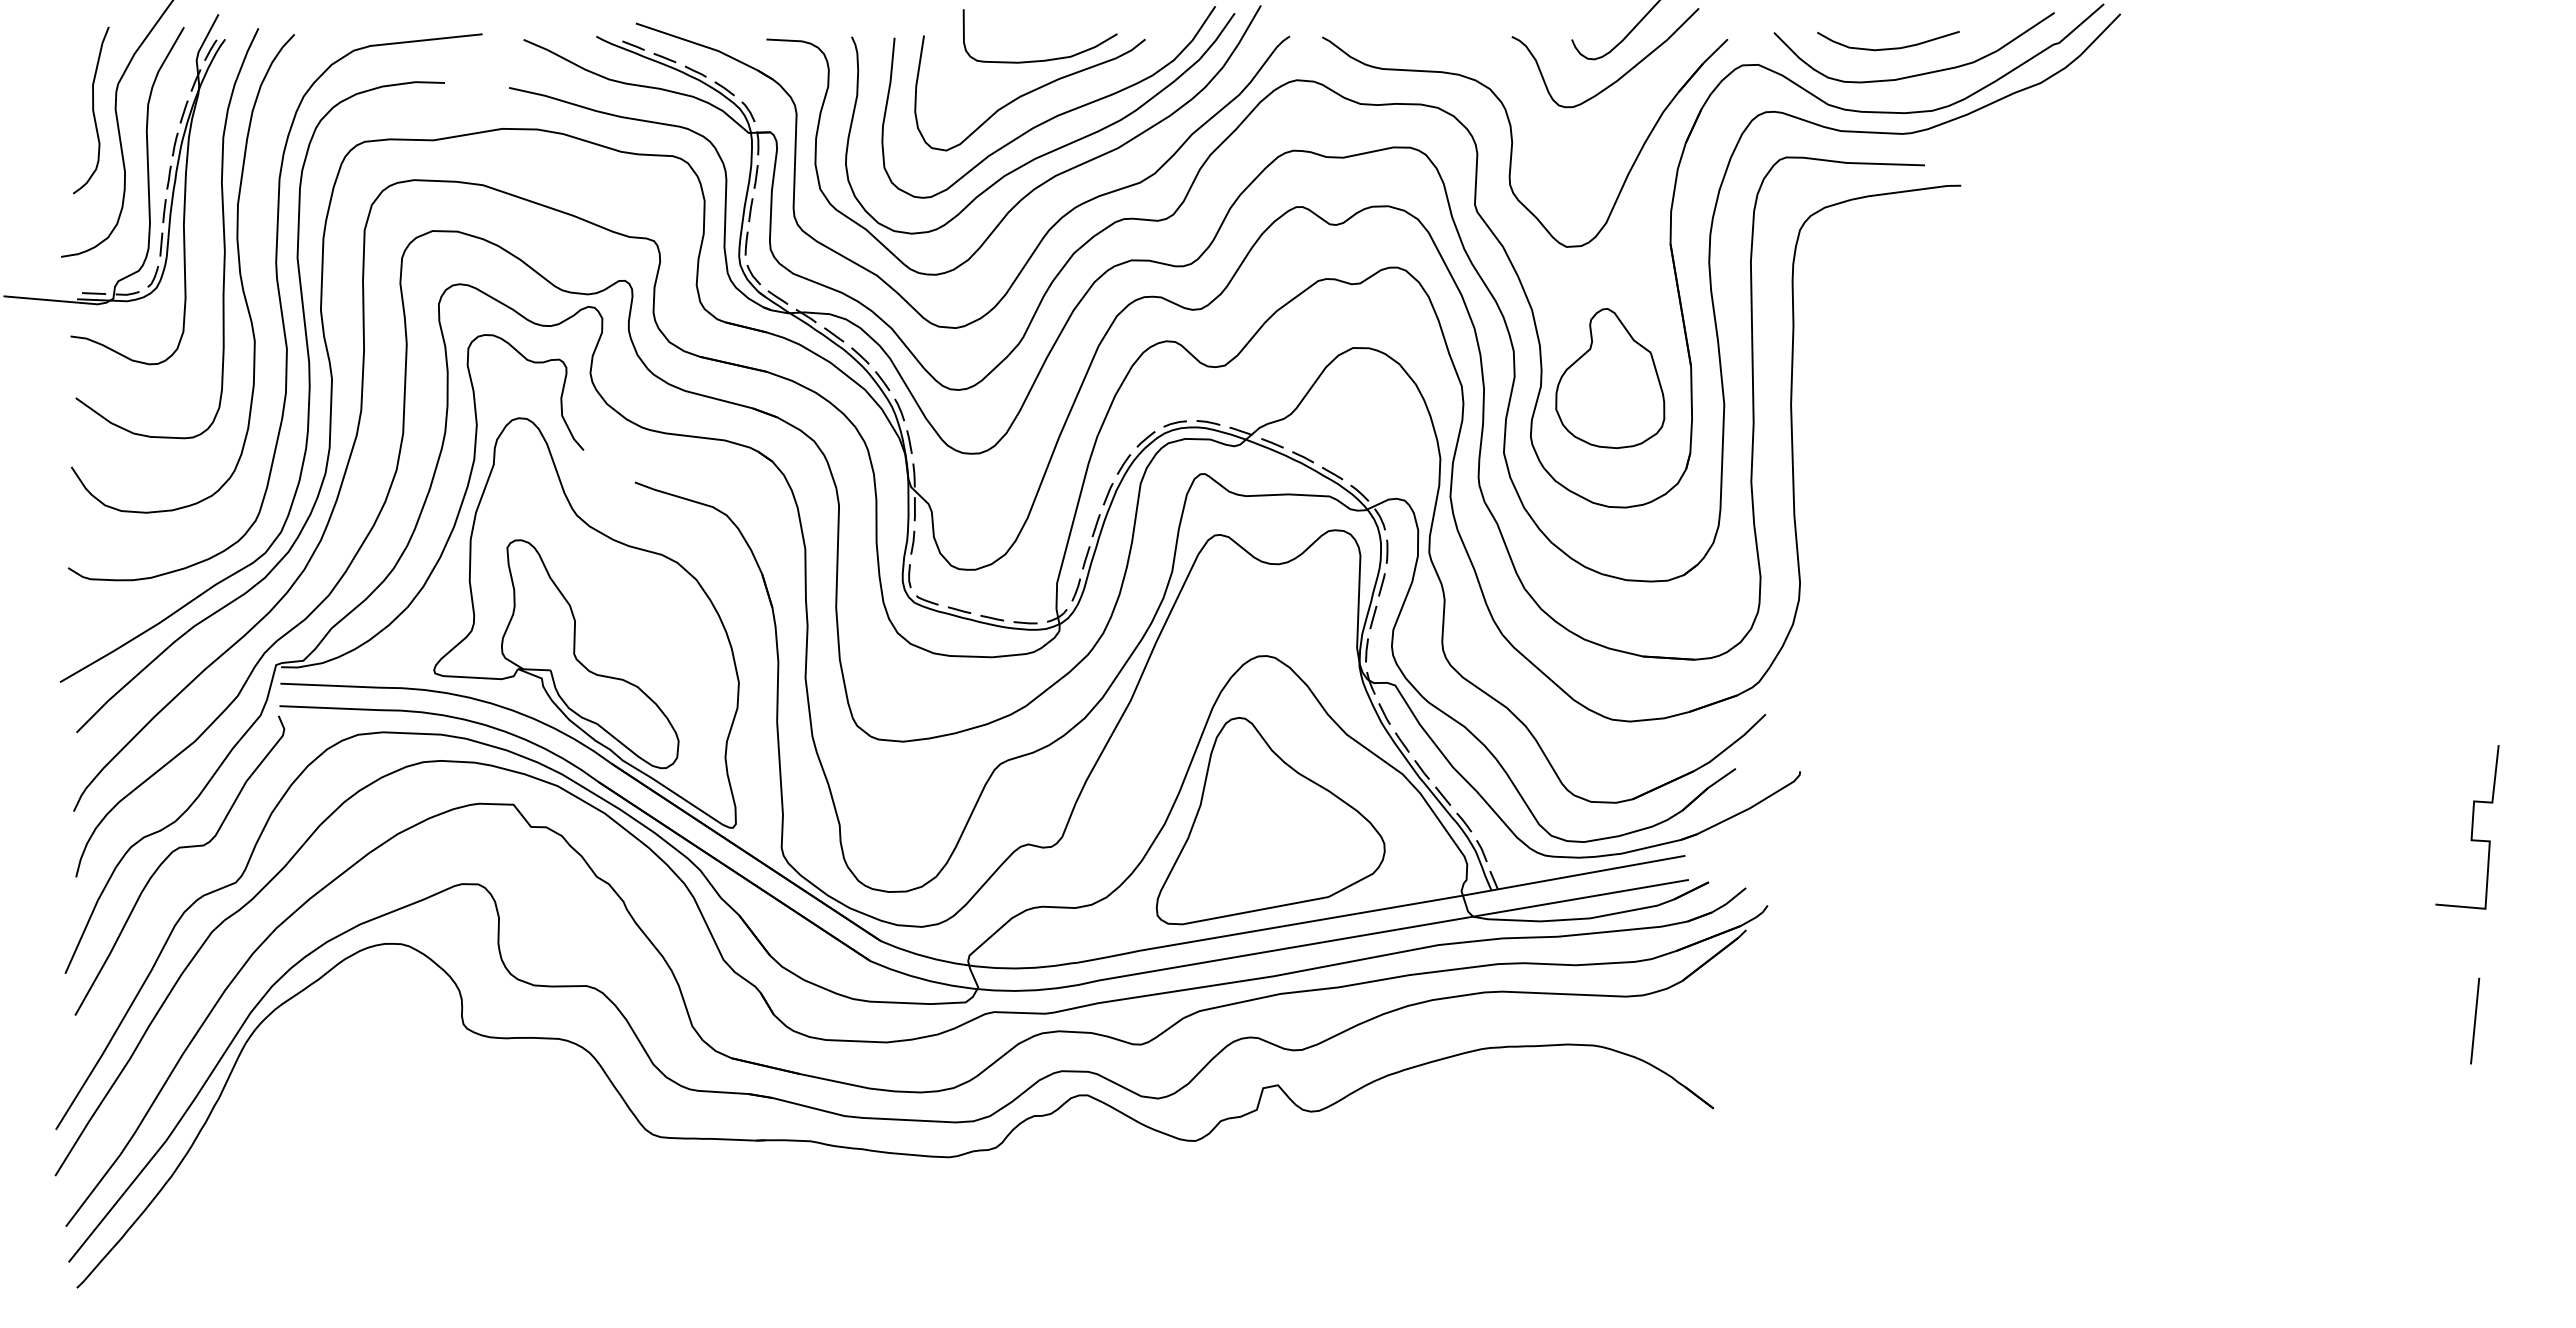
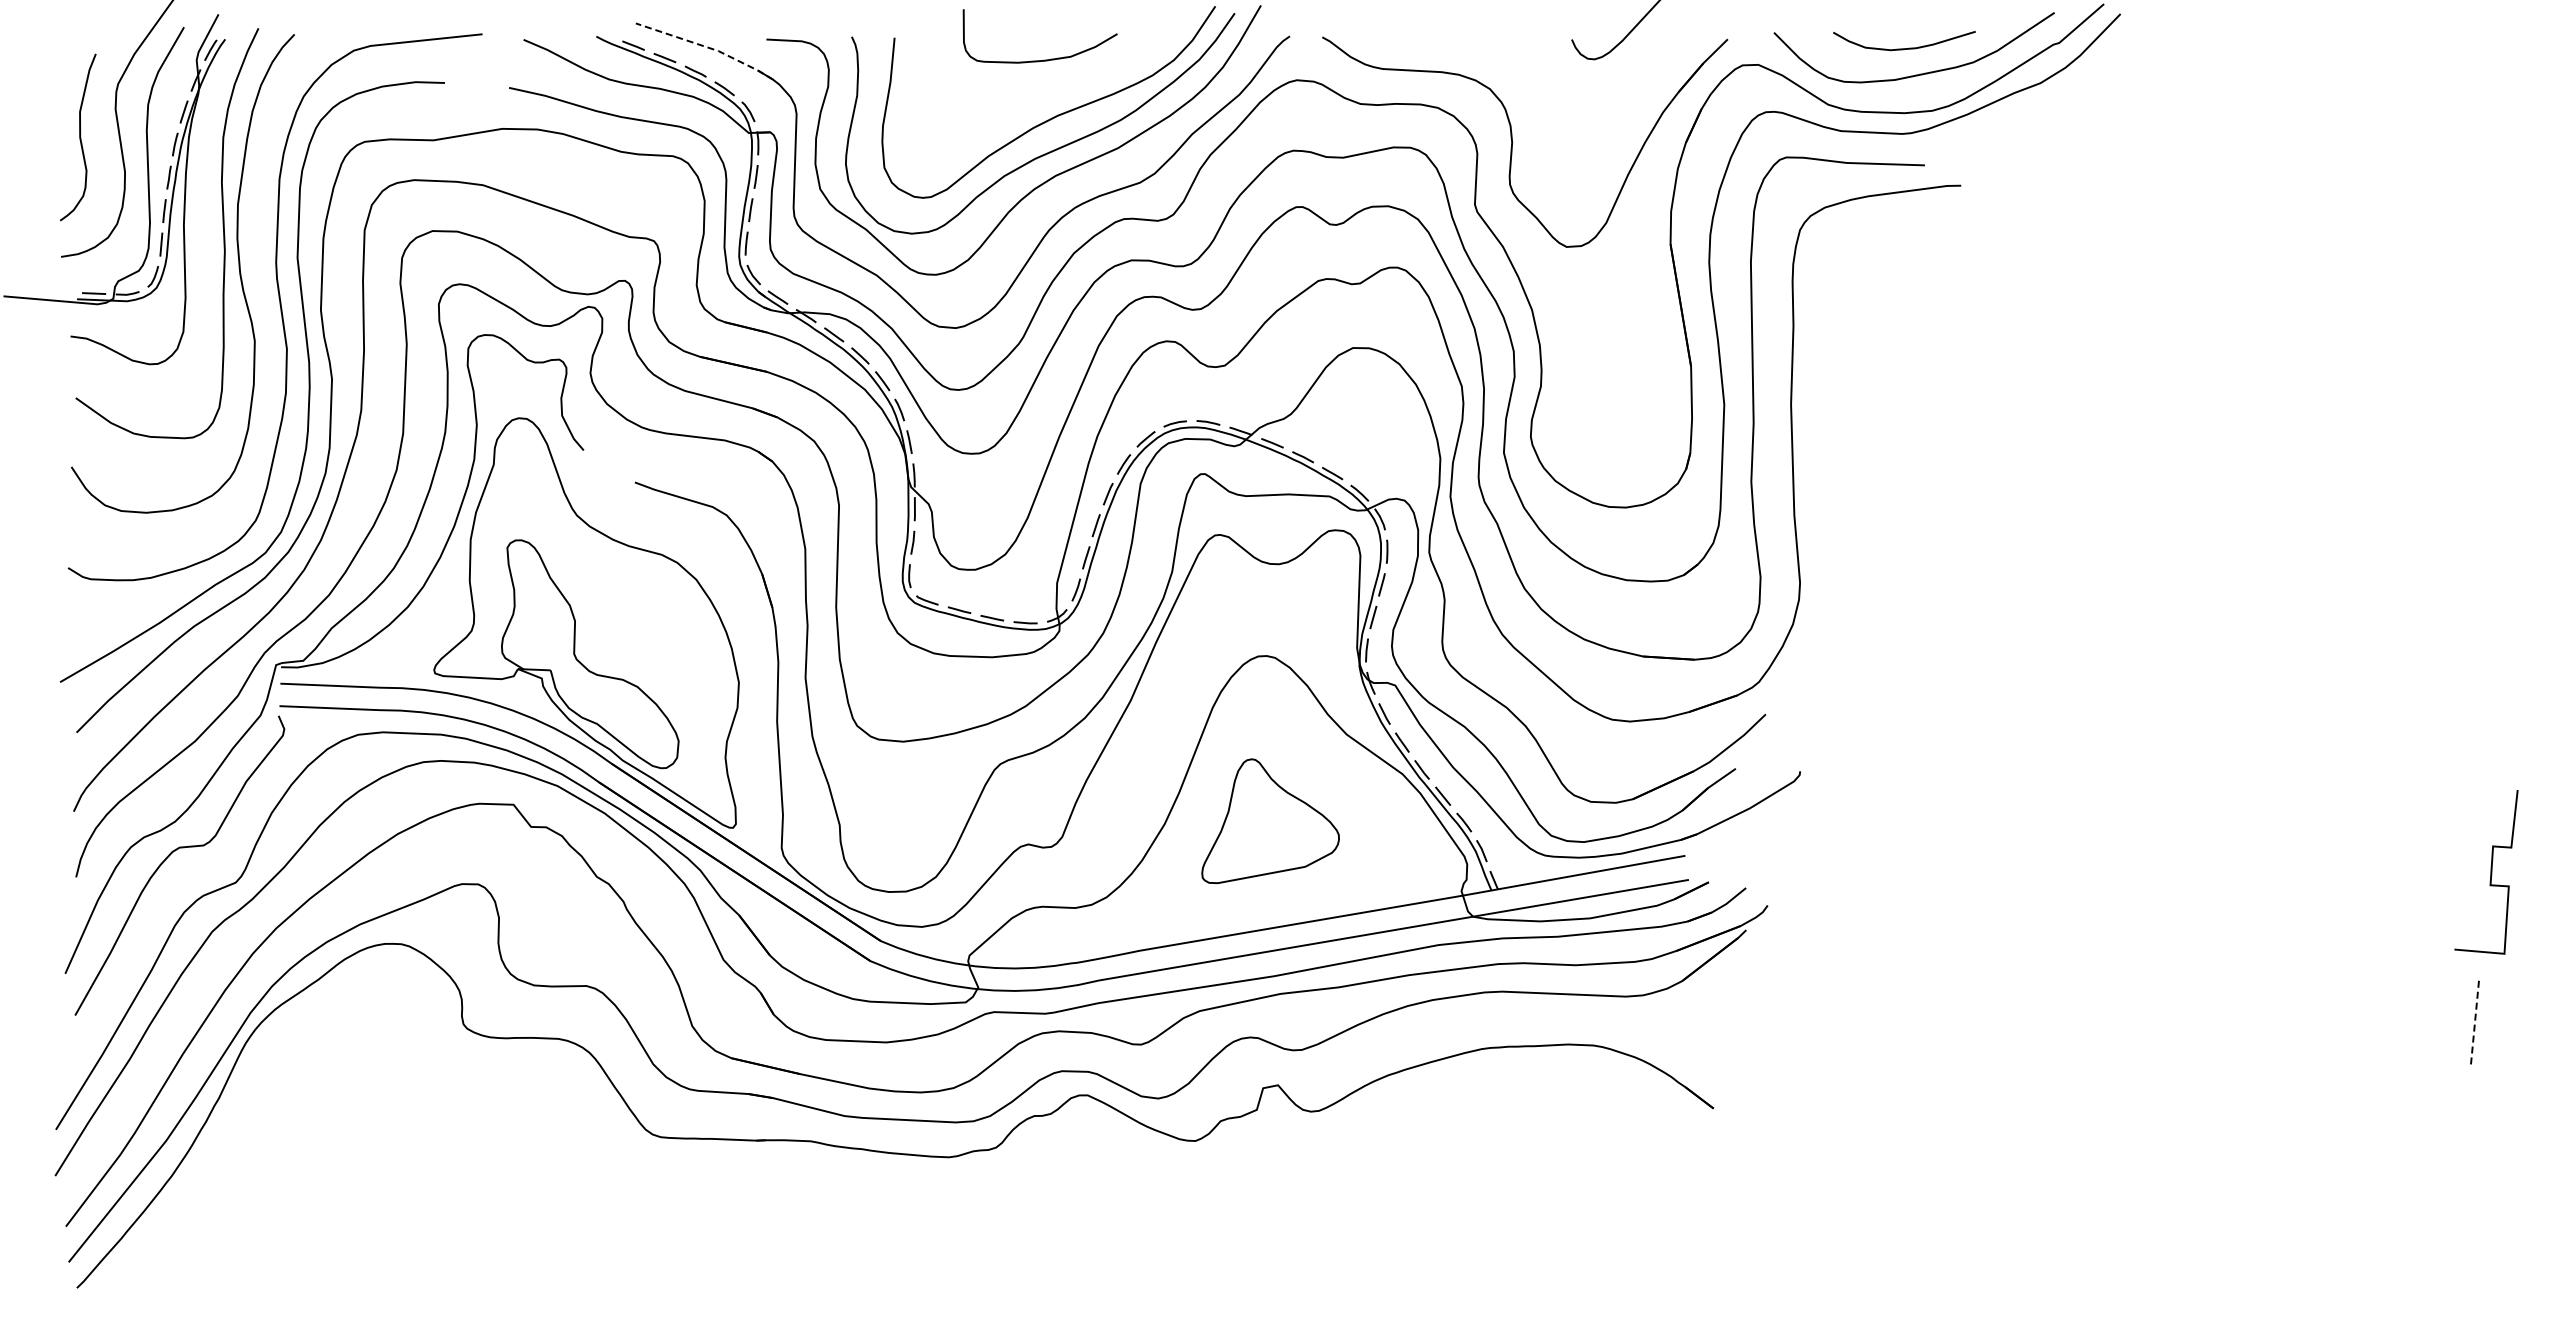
line at (707, 47): solid -> dashed
curve at (1888, 48) position: (1888, 48) -> (1904, 48)
curve at (1619, 77): present -> none
curve at (1029, 93): present -> none
curve at (92, 110) position: (92, 110) -> (79, 137)
part at (1610, 378): present -> none
part at (1270, 821) size: 231x209 px -> 139x127 px
curve at (2471, 827) position: (2471, 827) -> (2490, 872)
line at (2475, 1021): solid -> dashed
